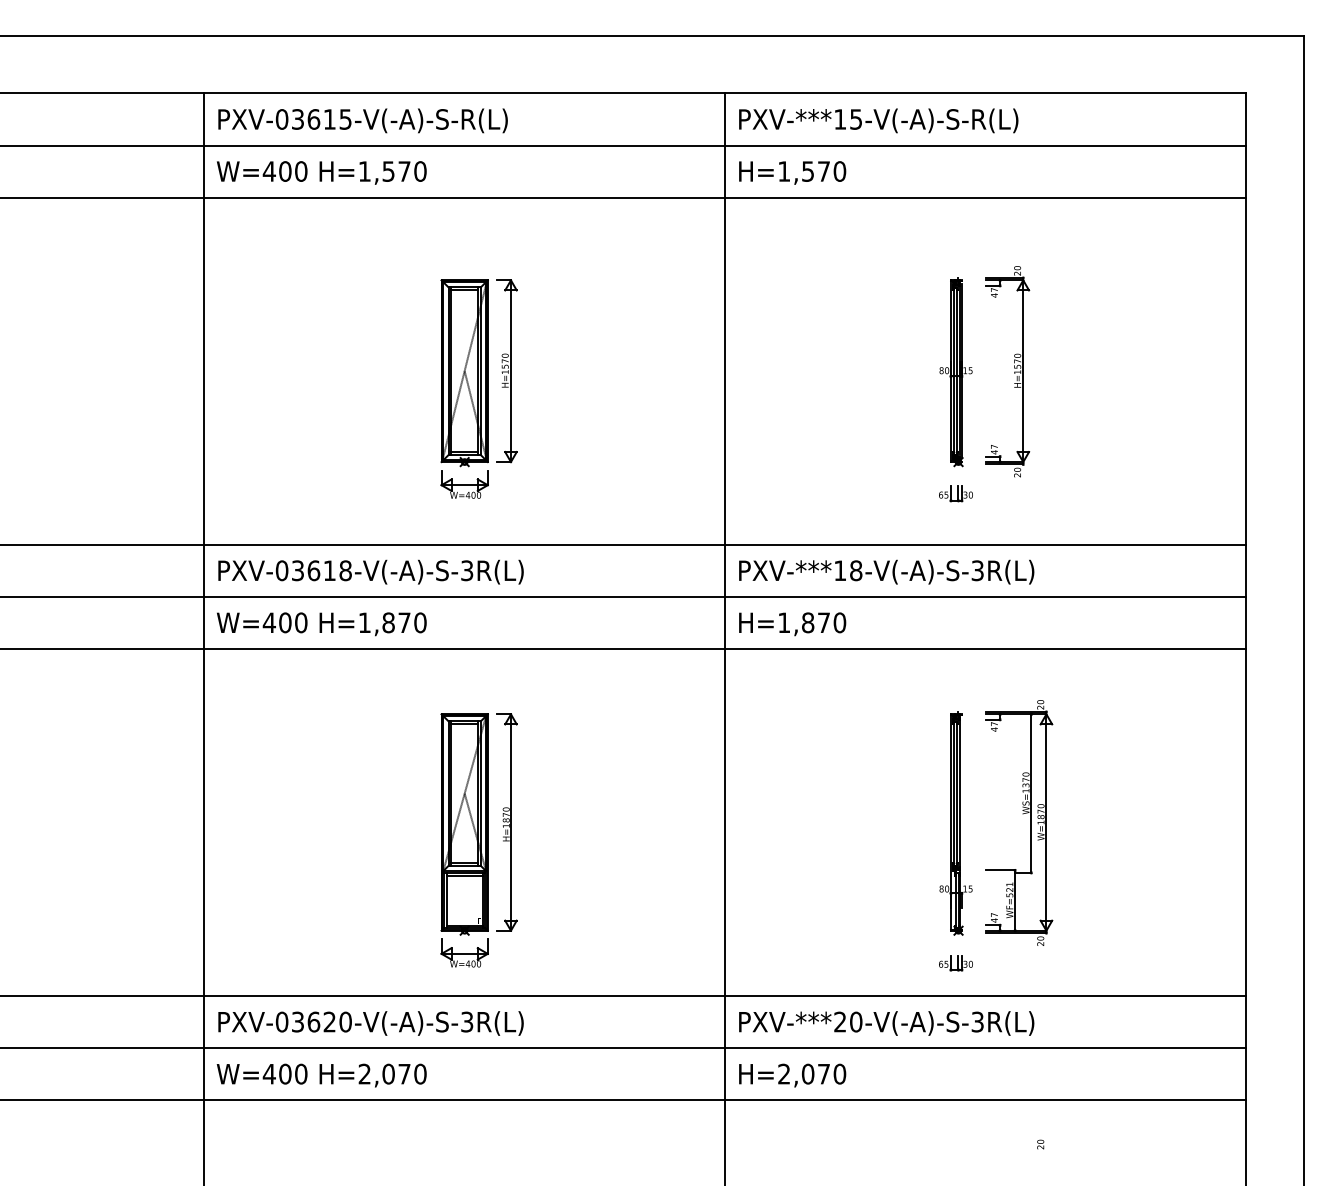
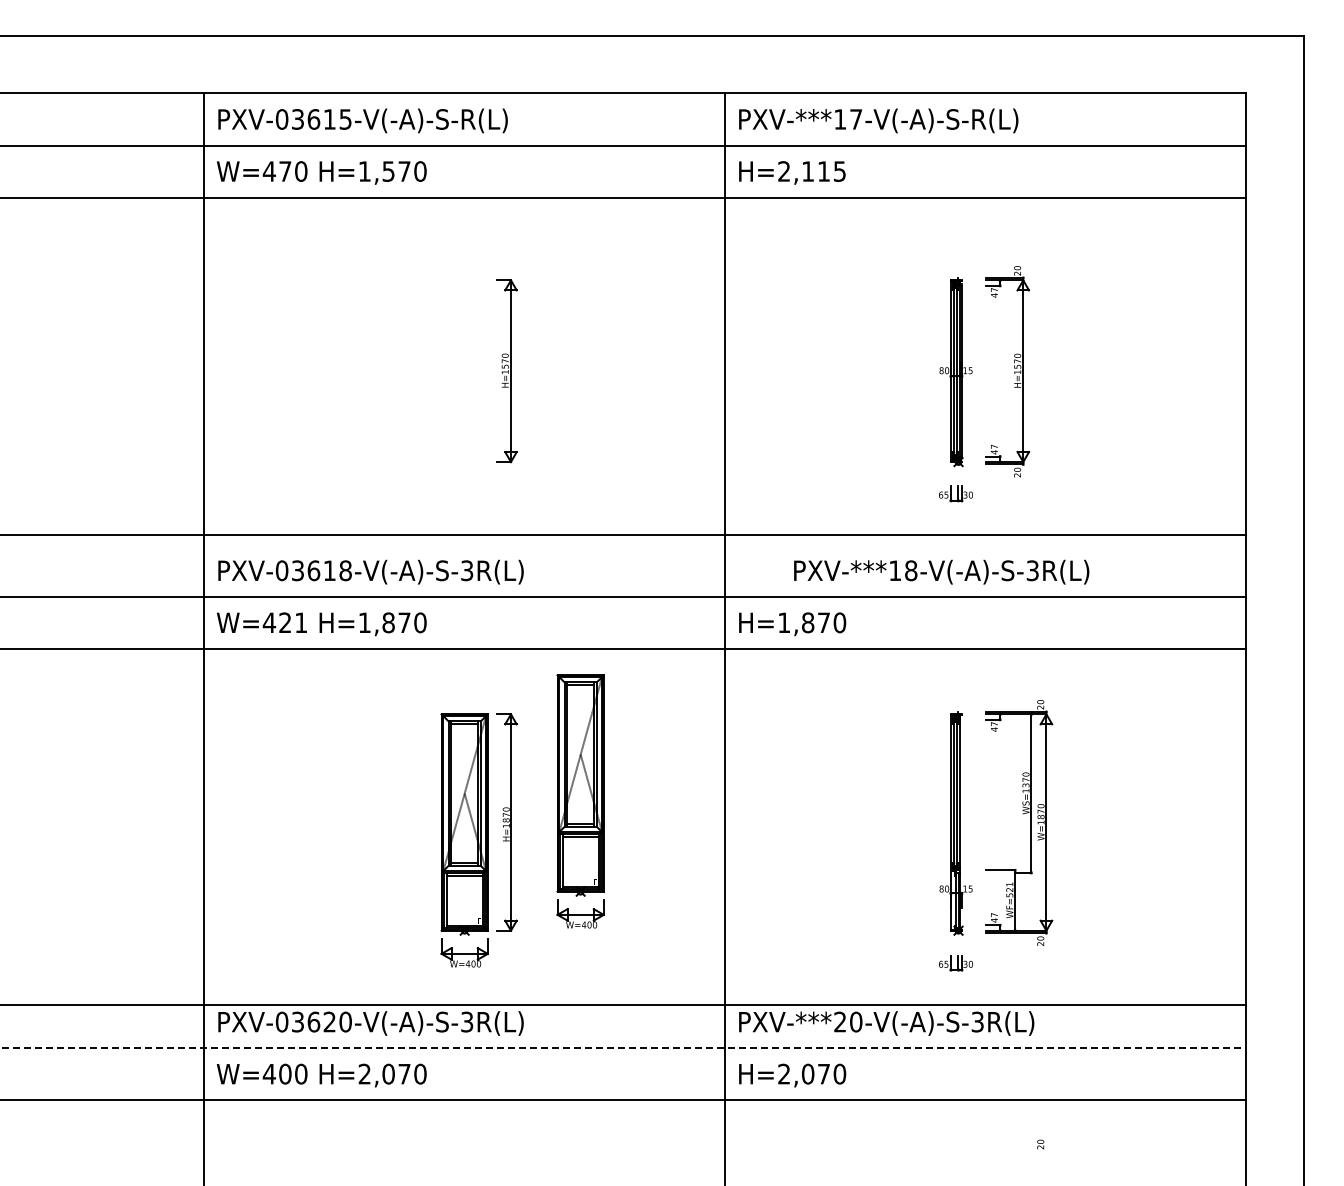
text at (855, 119): PXV-***15-V(-A)-S-R(L) -> PXV-***17-V(-A)-S-R(L)
text at (285, 171): W=400 -> W=470
text at (812, 171): H=1,570 -> H=2,115
part at (464, 388): present -> none
line at (623, 544) position: (623, 544) -> (623, 534)
text at (886, 571) position: (886, 571) -> (941, 571)
text at (293, 622): W=400 -> W=421
part at (580, 801): none -> present
line at (623, 996) position: (623, 996) -> (623, 1005)
line at (622, 1048): solid -> dashed
